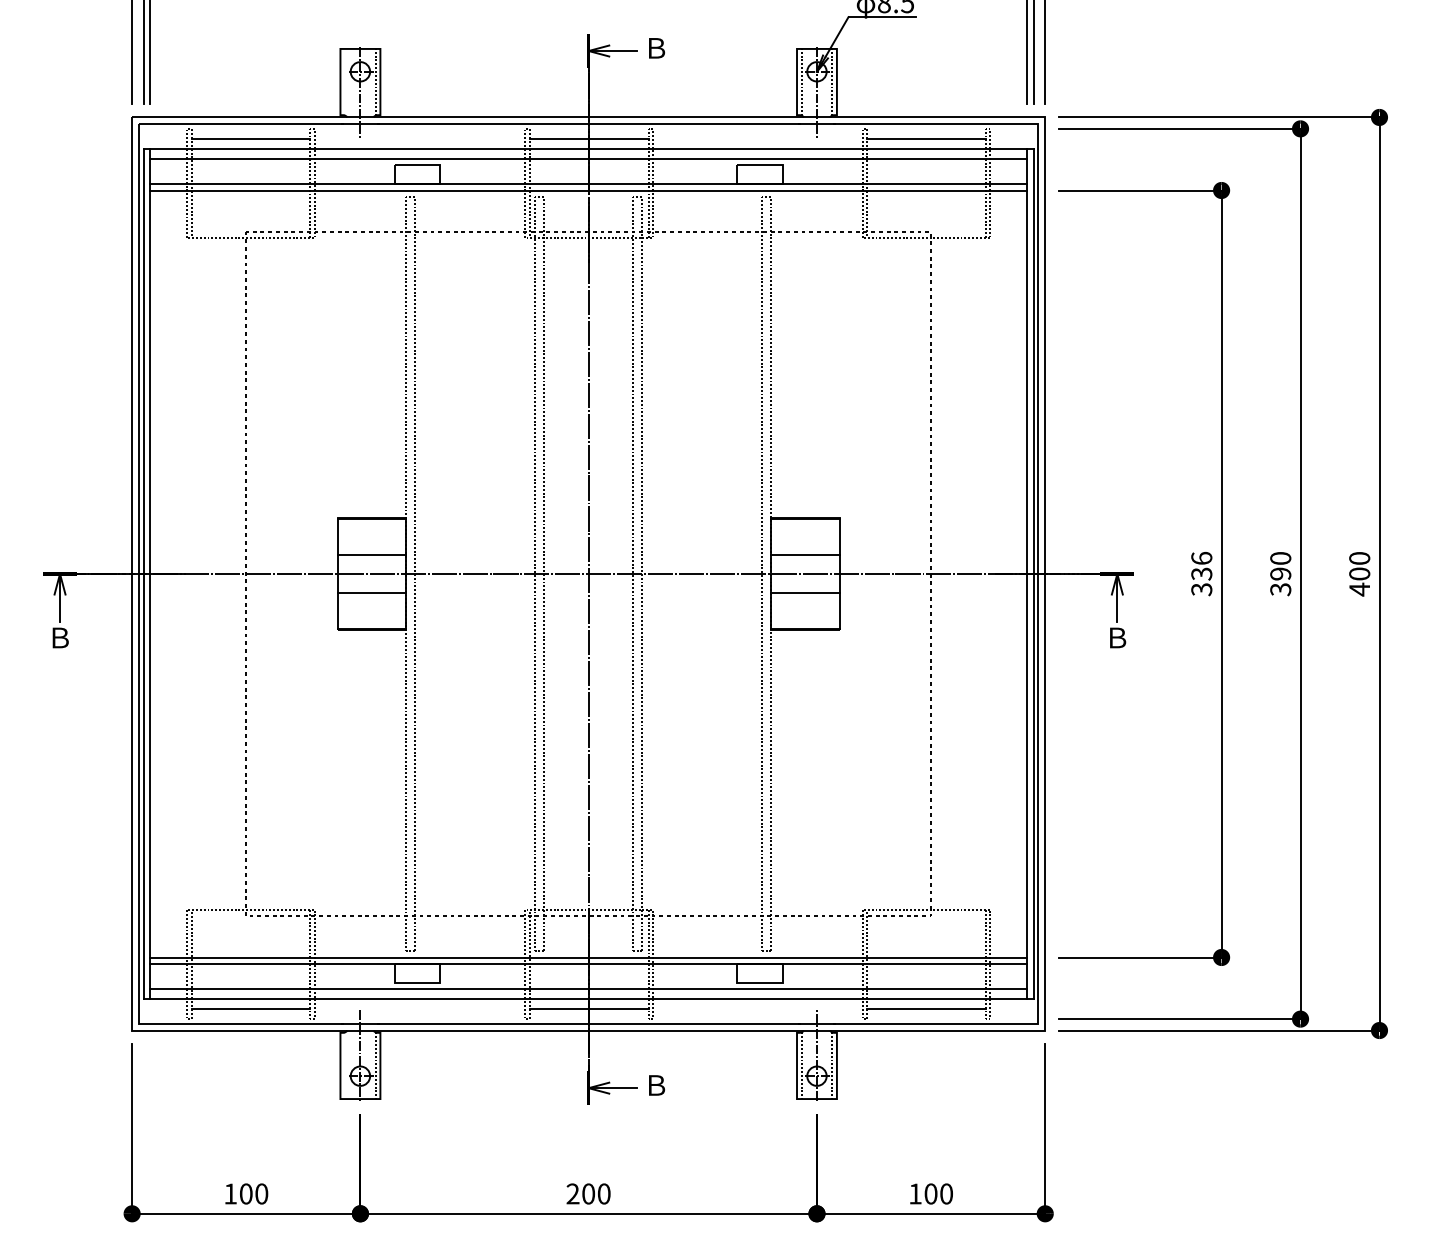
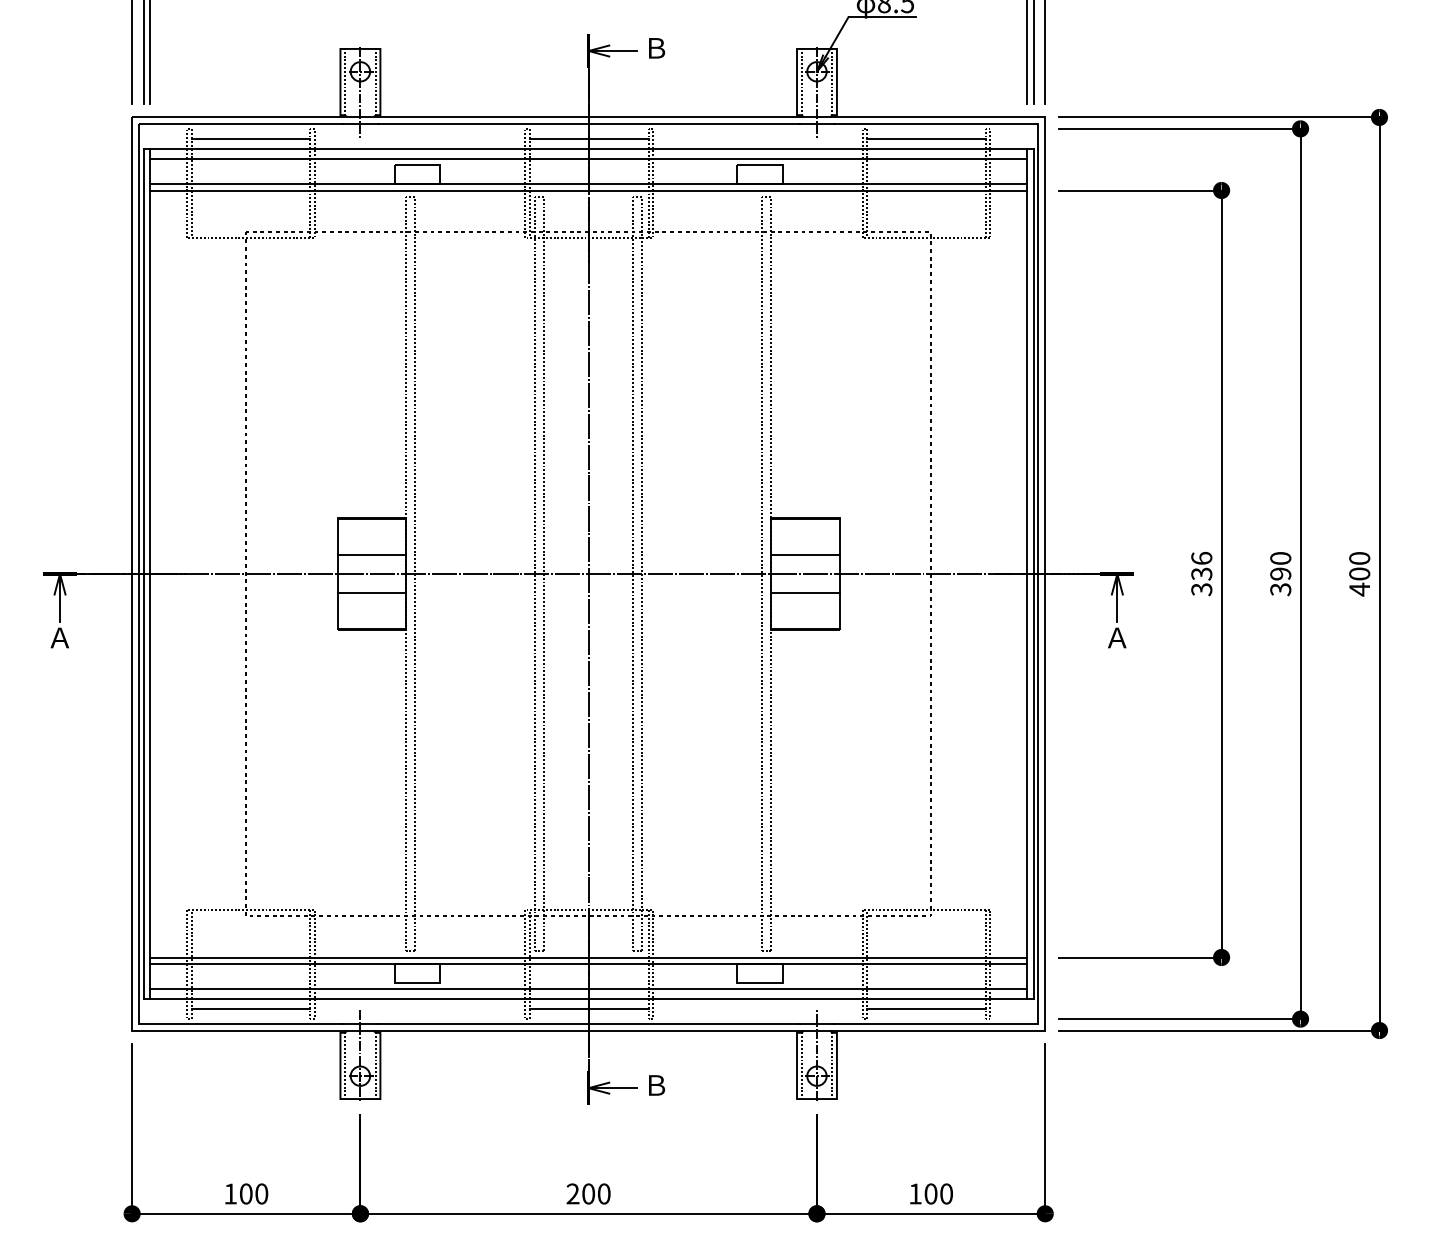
line at (345, 81): none -> present
text at (59, 637): Ｂ -> Ａ
text at (1117, 637): Ｂ -> Ａ
line at (345, 1065): none -> present
